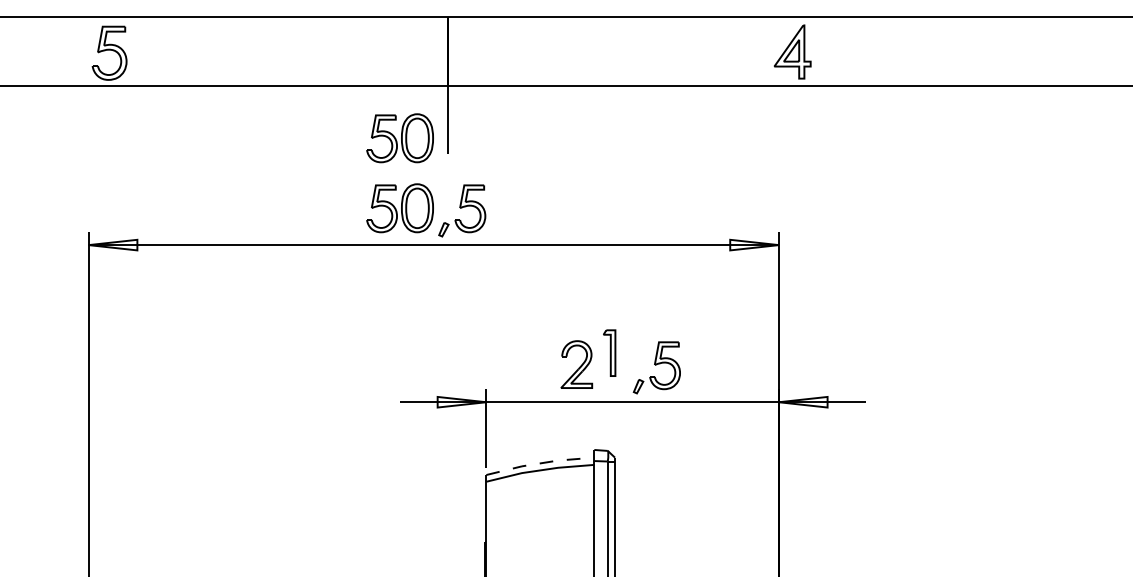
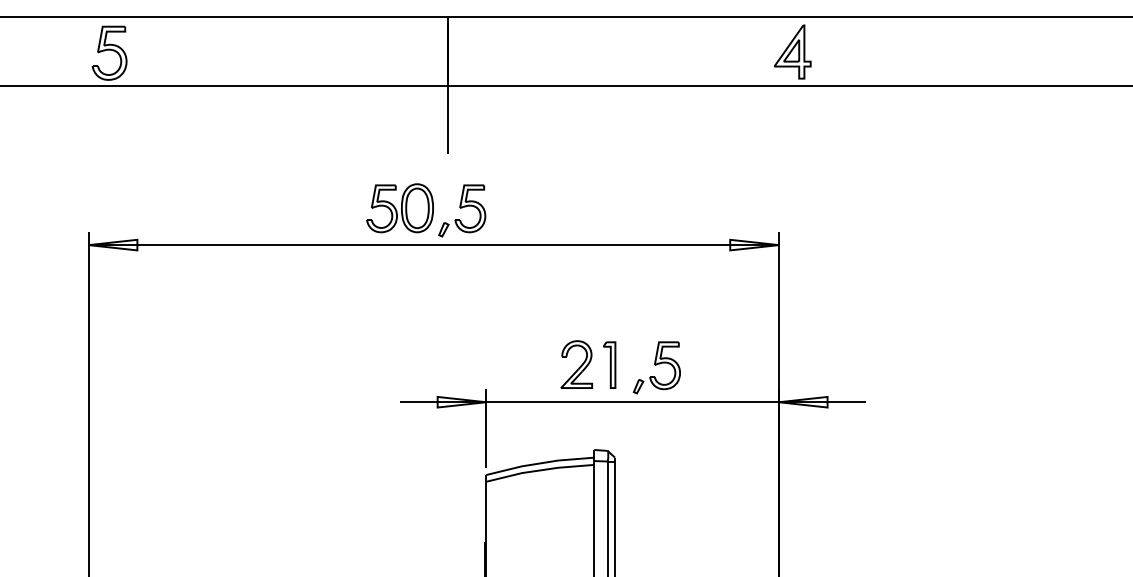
part at (399, 138): present -> none
part at (609, 352) position: (609, 352) -> (609, 364)
line at (540, 463): dashed -> solid
